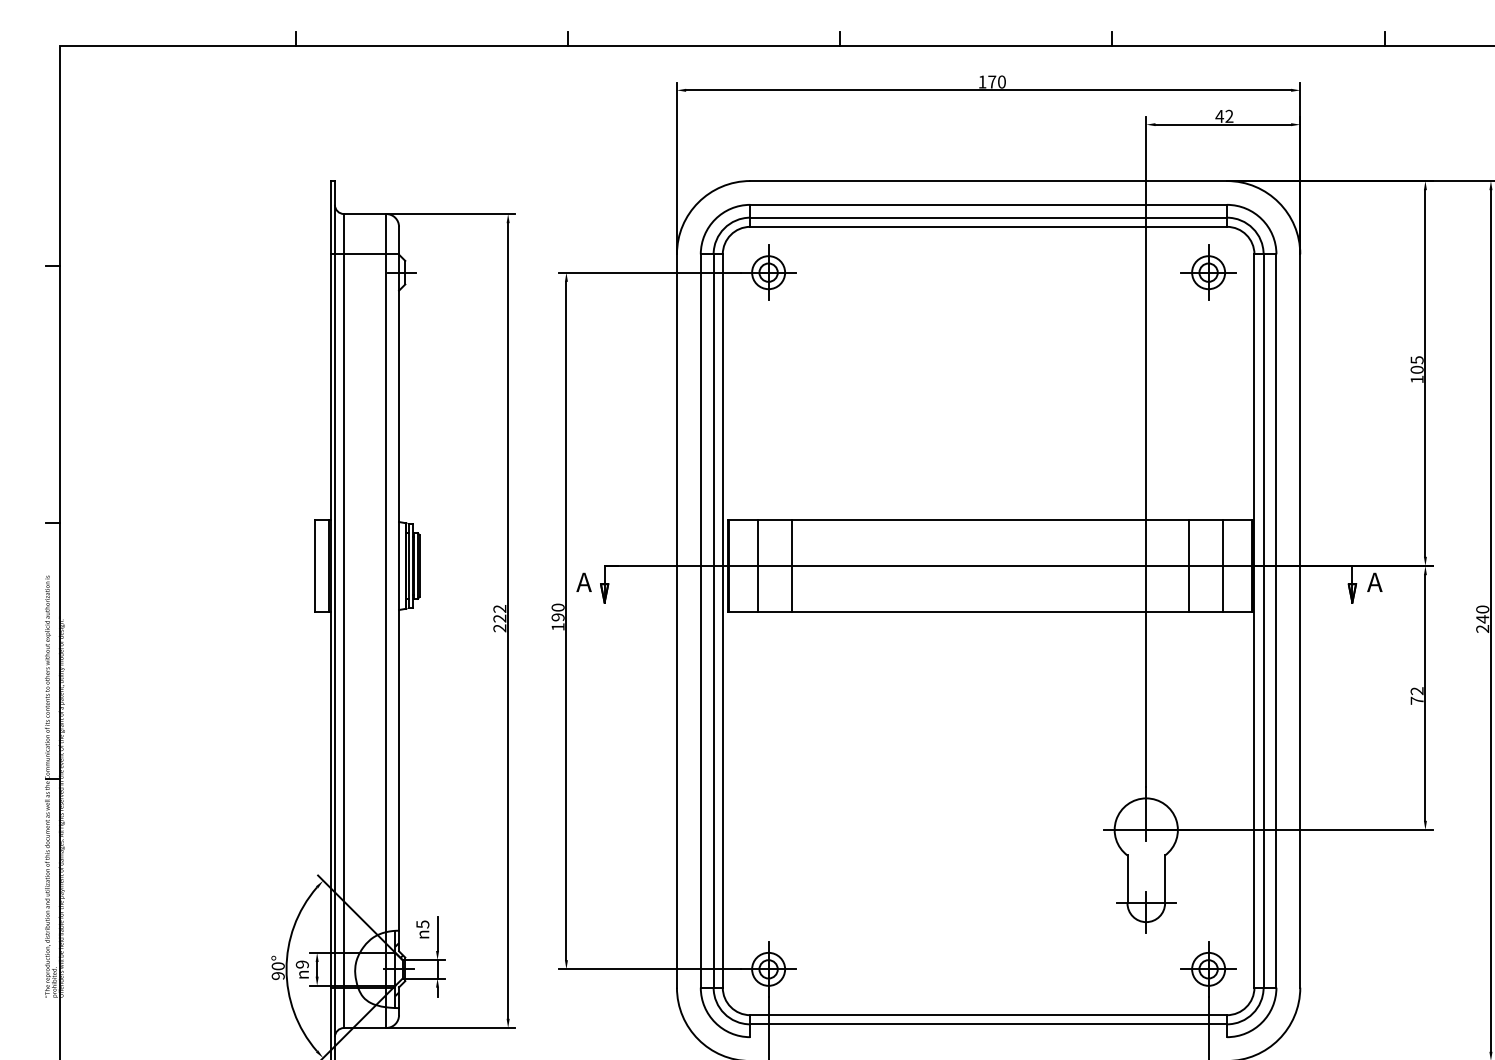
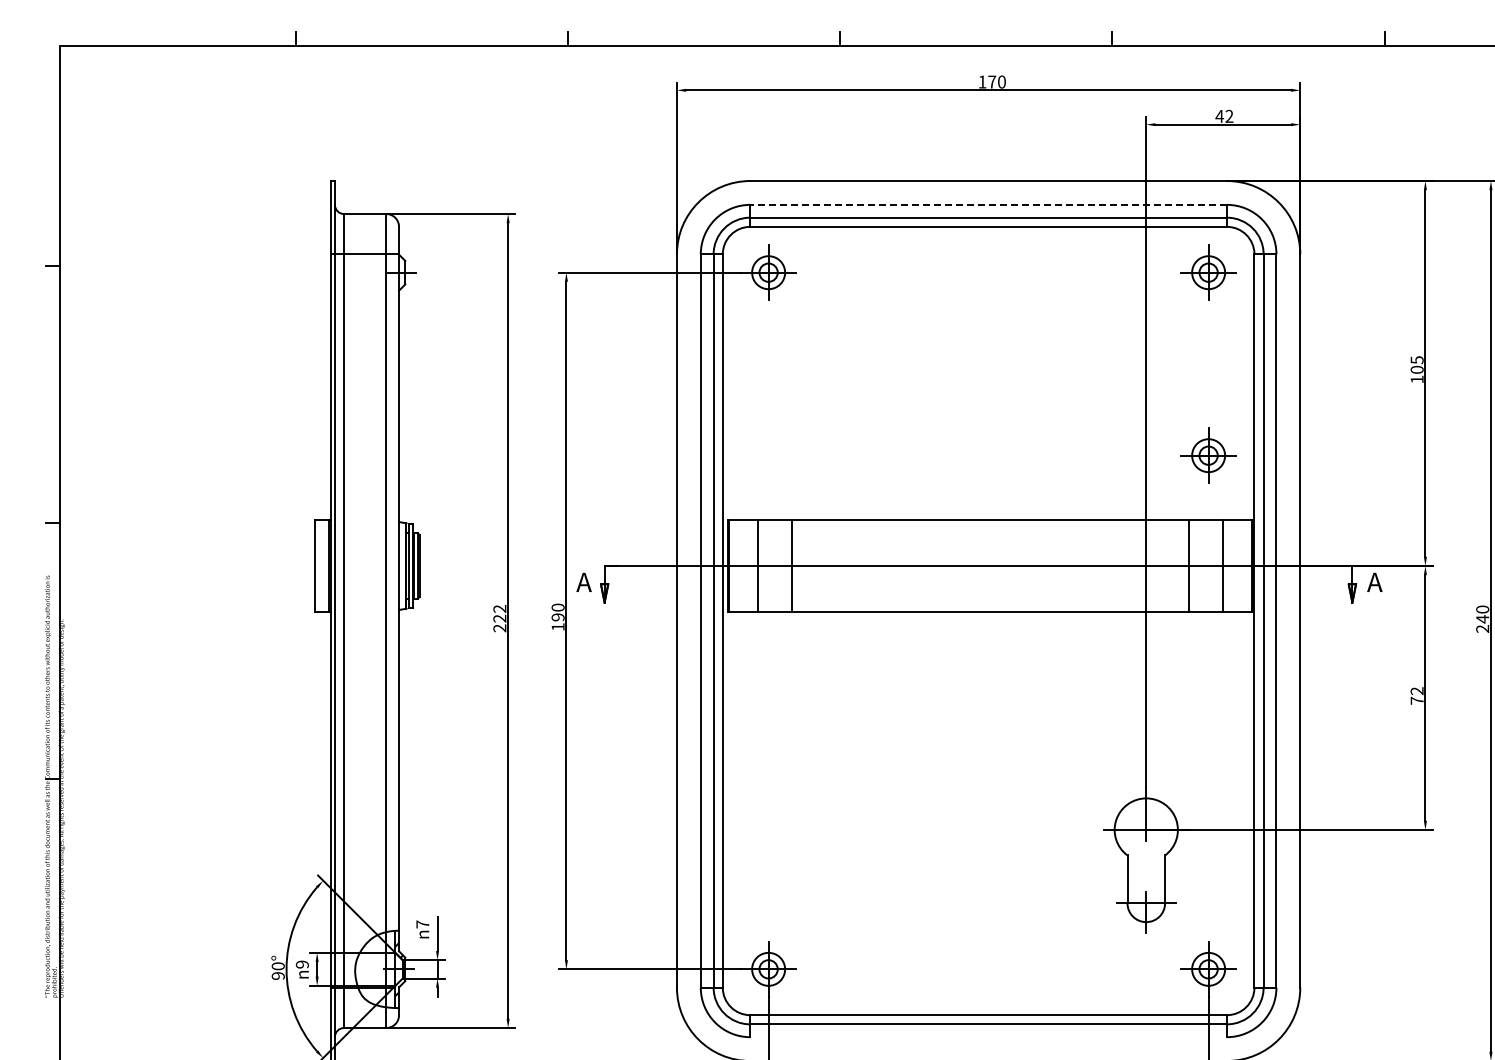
line at (988, 204): solid -> dashed
part at (1208, 455): none -> present
text at (422, 924): 5 -> 7
